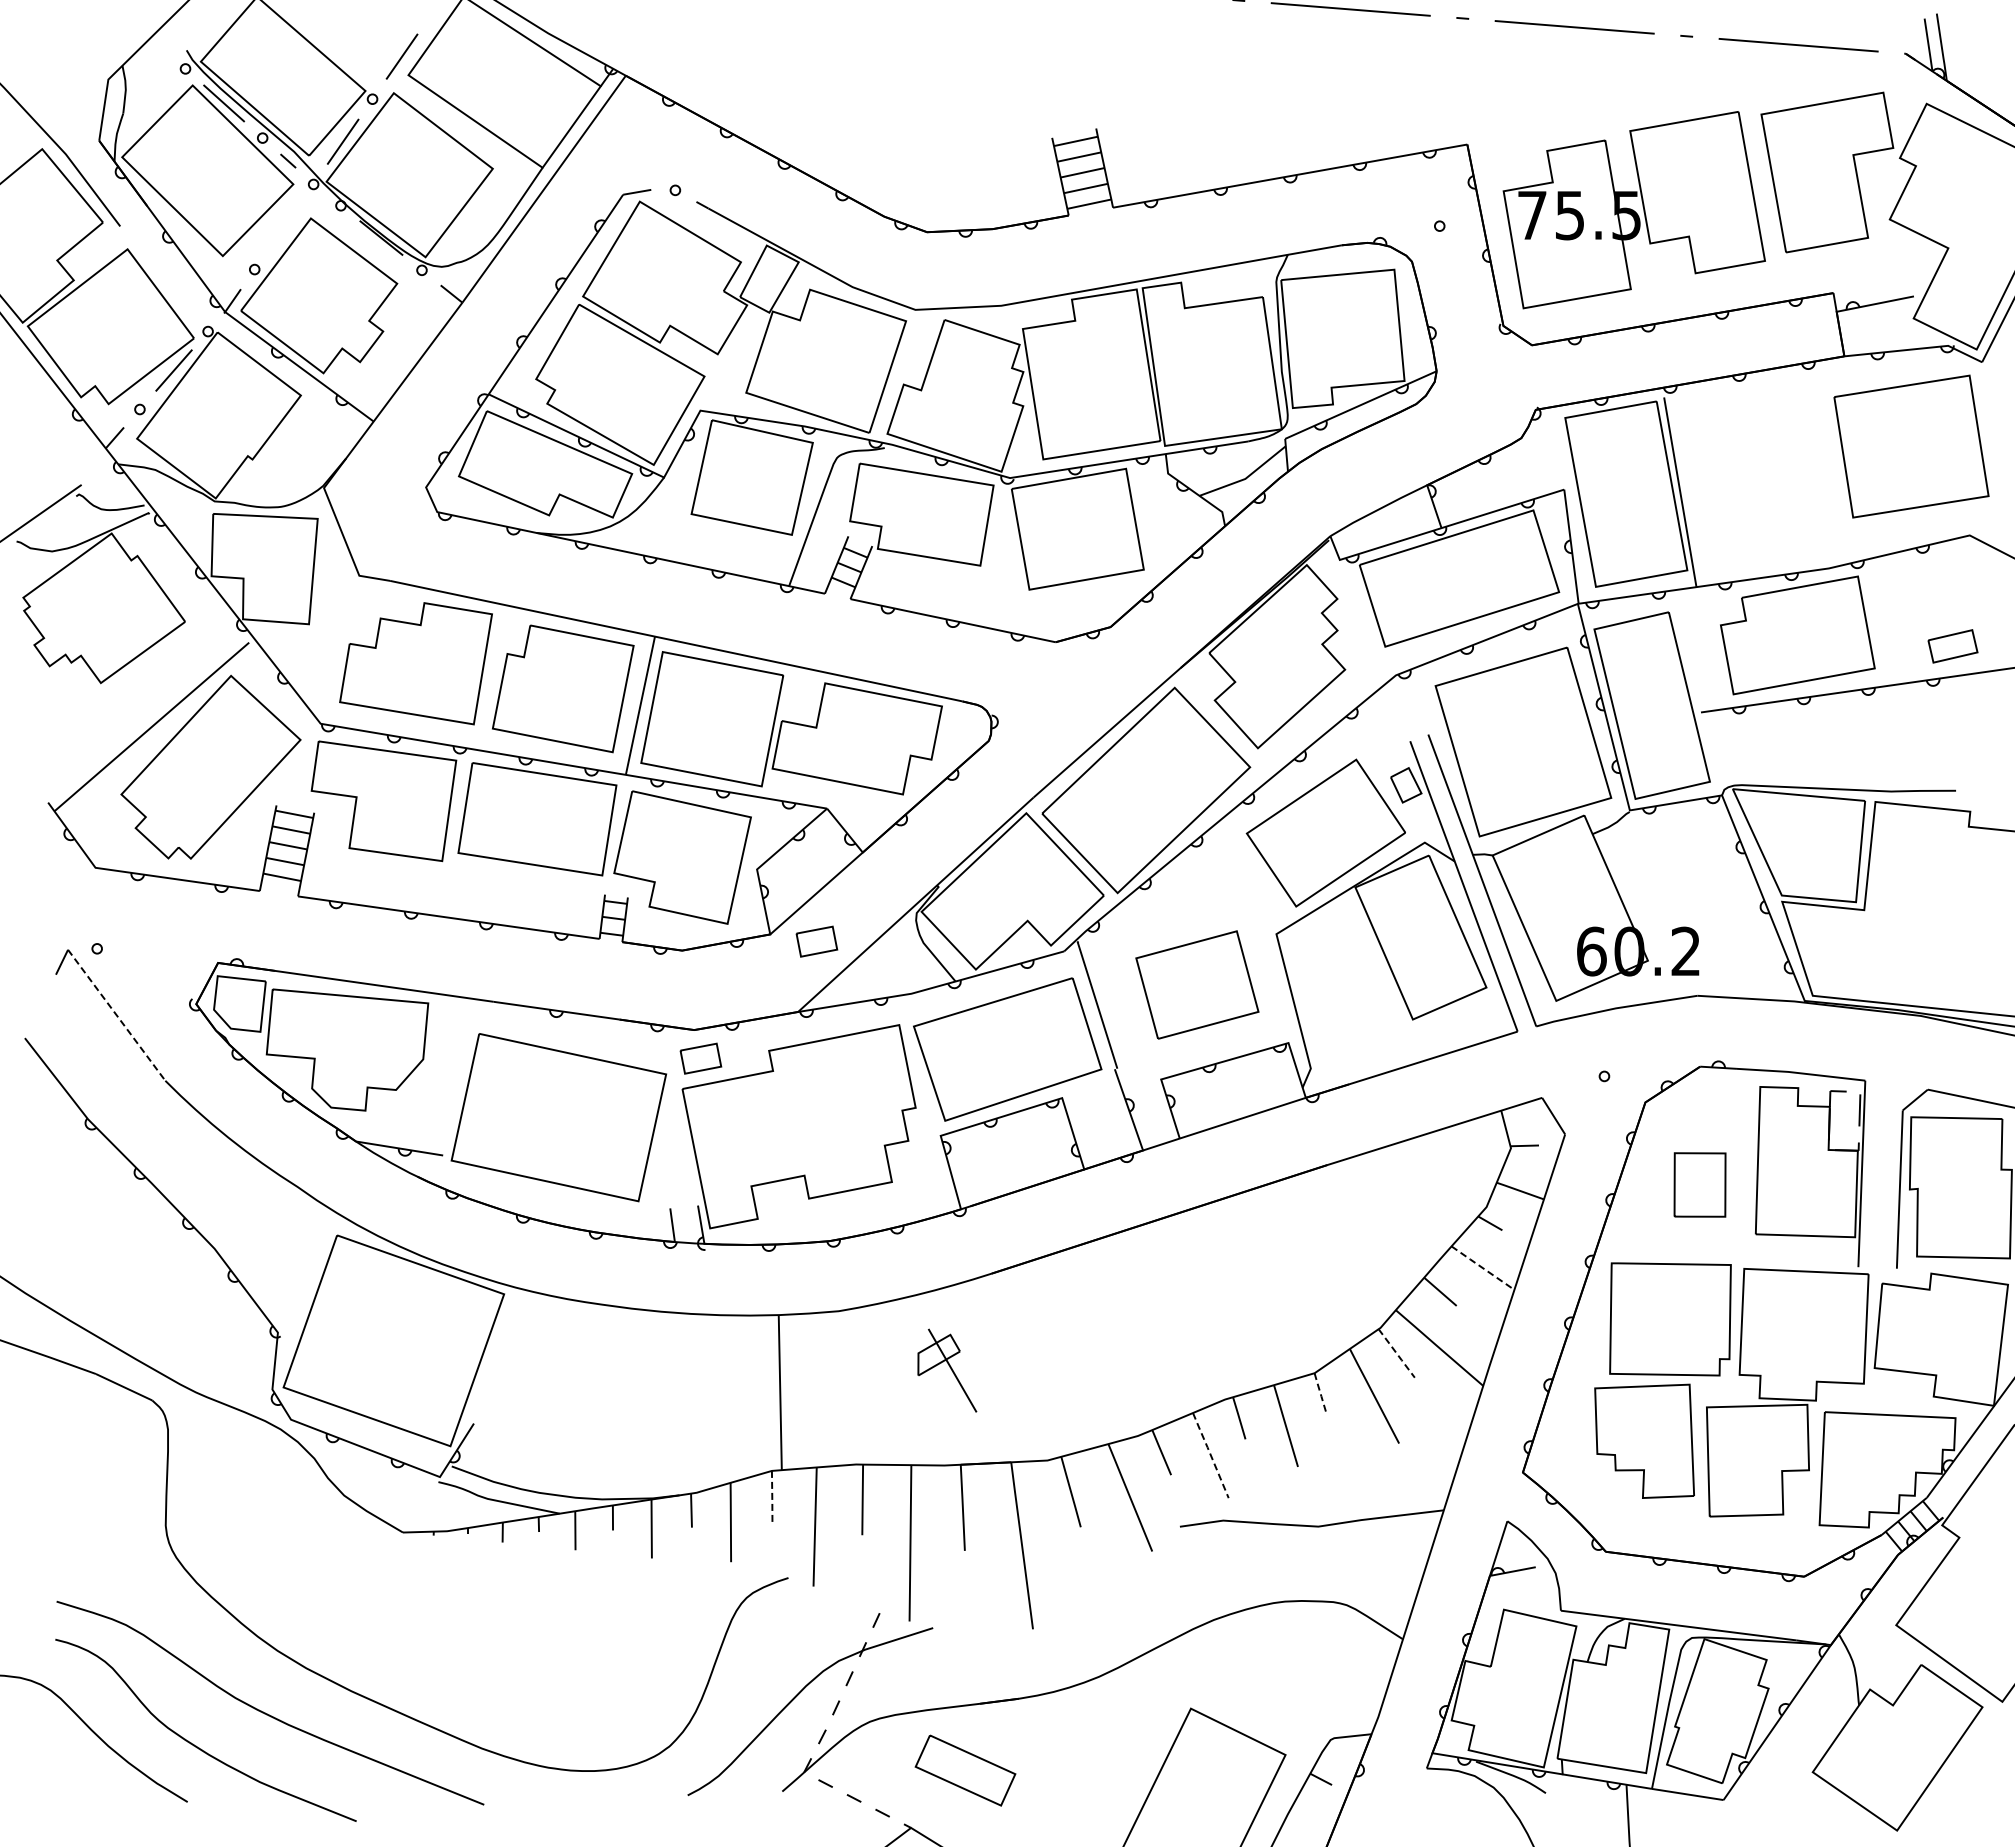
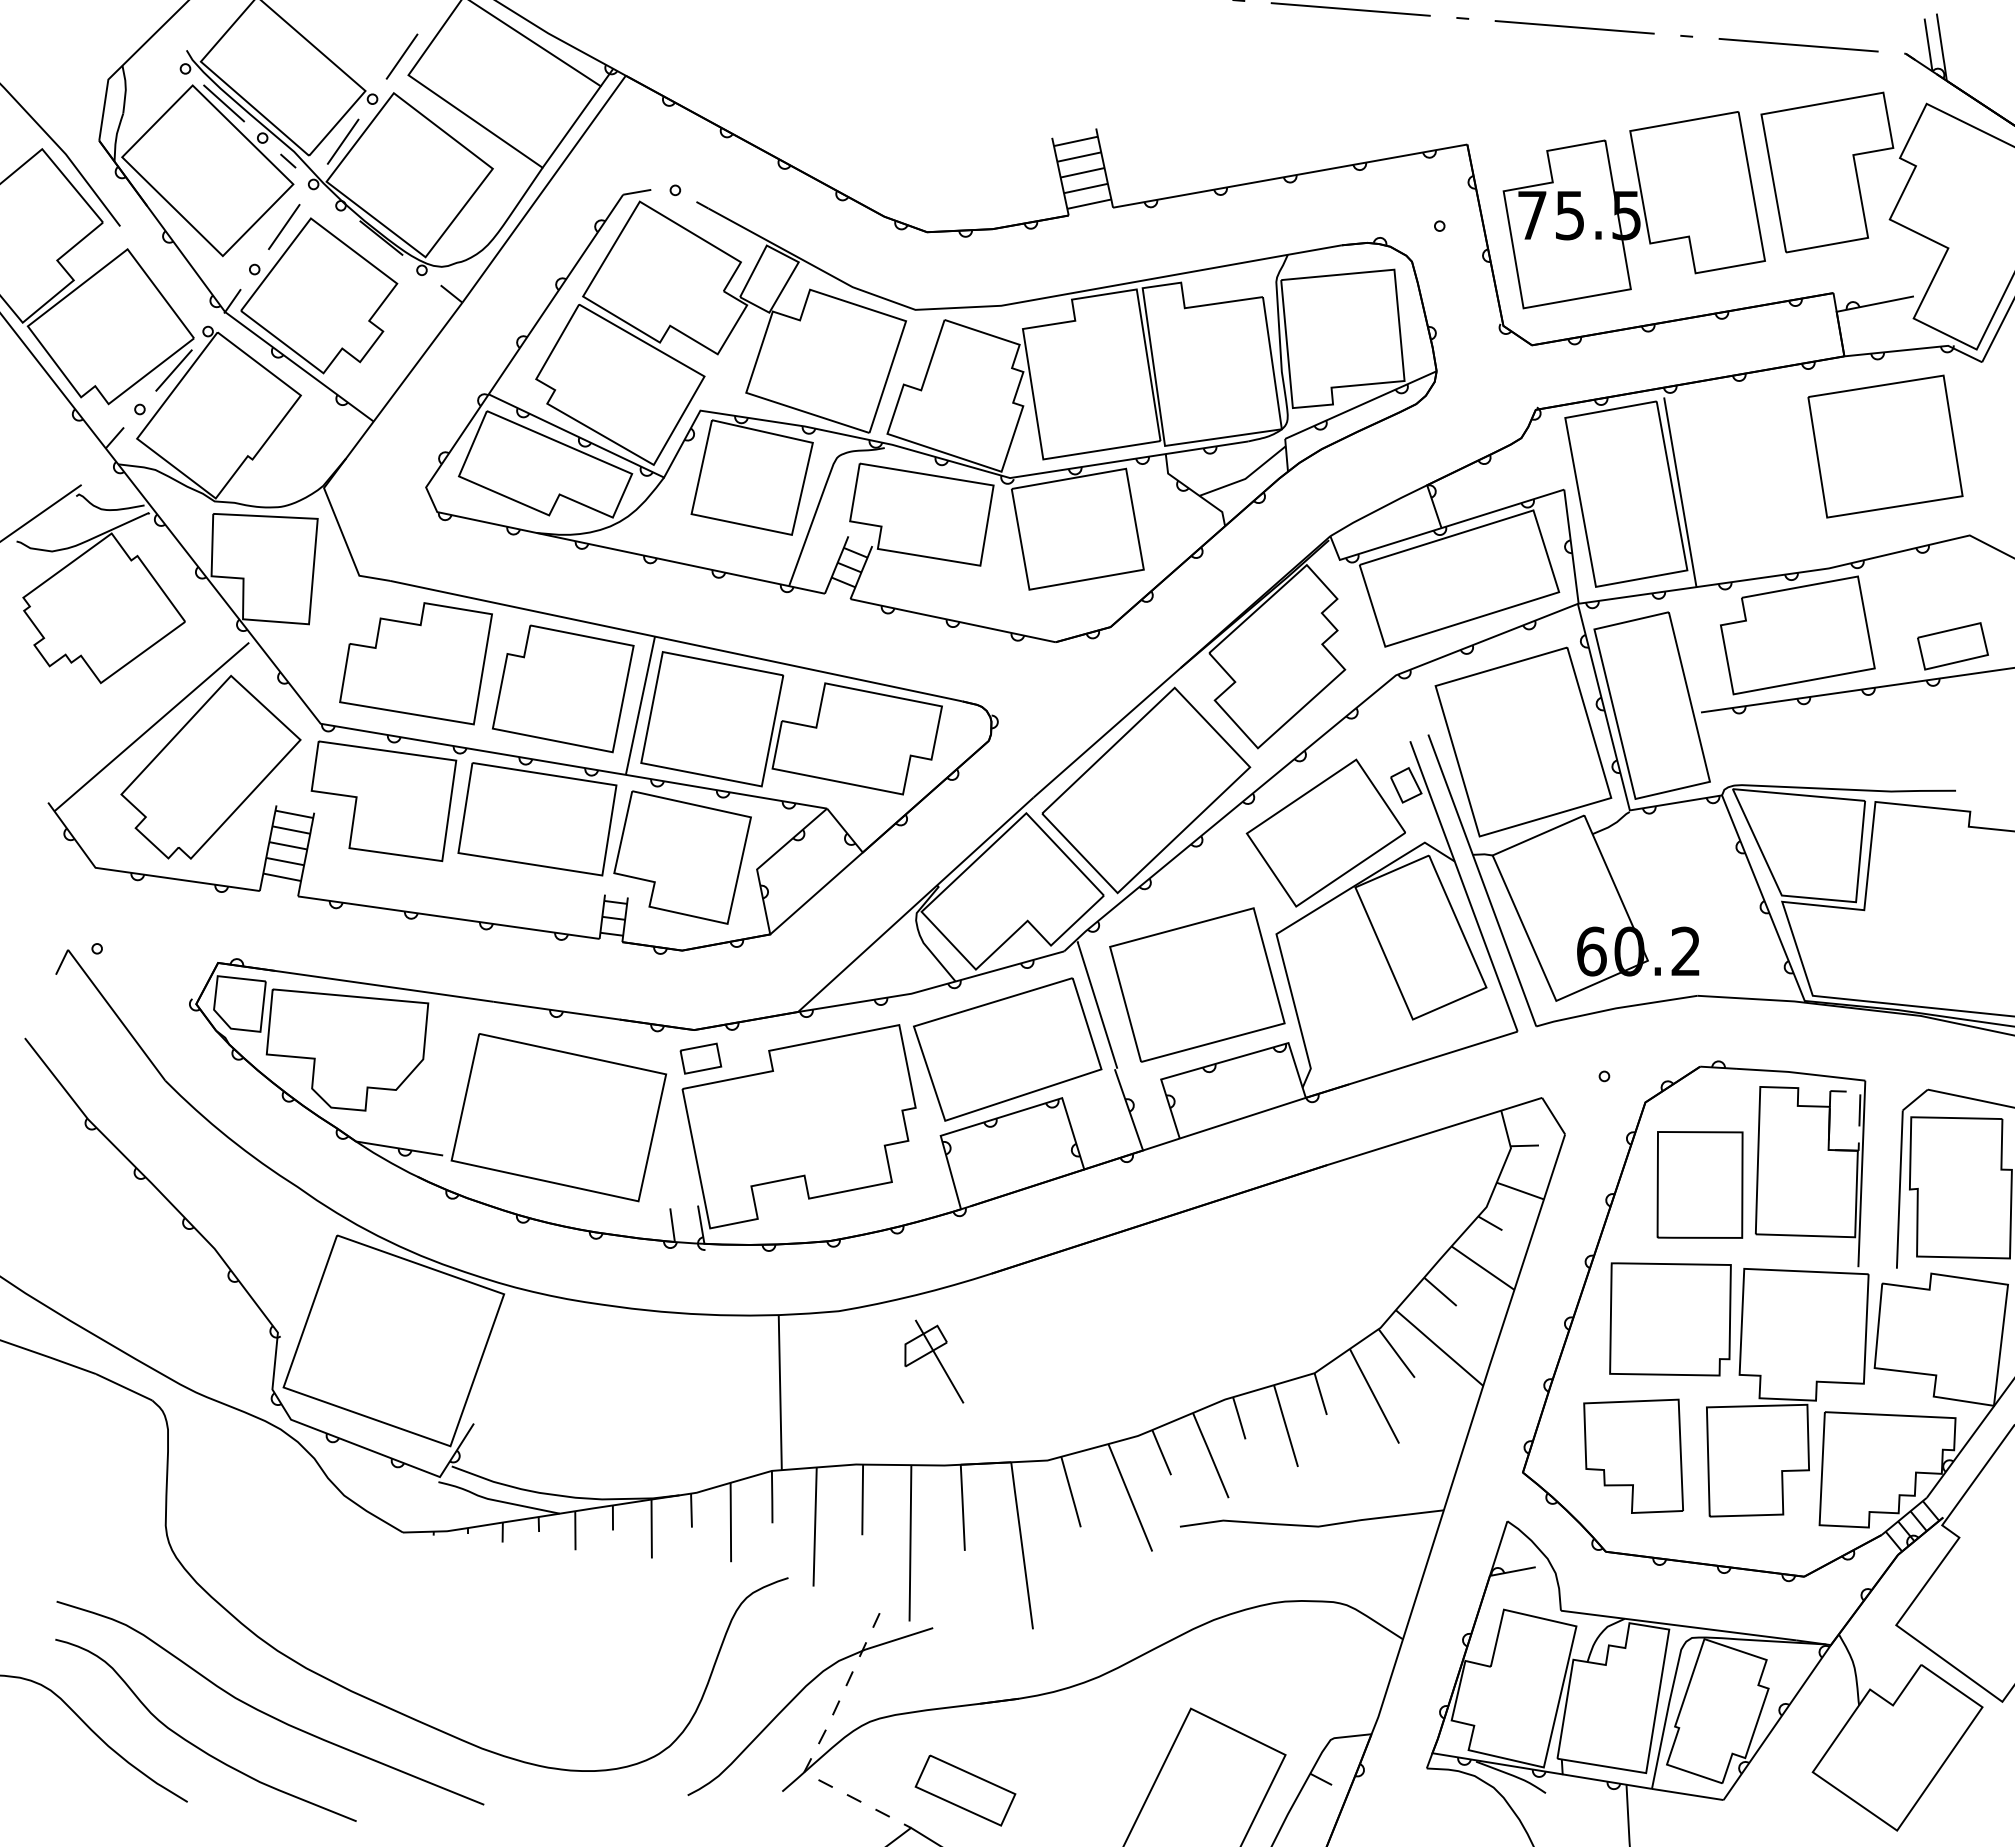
line at (284, 226): none -> present
part at (1911, 446) position: (1911, 446) -> (1885, 446)
part at (1952, 646) size: 52x35 px -> 72x49 px
part at (816, 941): present -> none
part at (1197, 984) size: 125x110 px -> 177x156 px
line at (116, 1015): dashed -> solid
part at (1699, 1184) size: 54x66 px -> 88x108 px
line at (1482, 1267): dashed -> solid
line at (1396, 1353): dashed -> solid
part at (947, 1370) position: (947, 1370) -> (934, 1361)
line at (1320, 1394): dashed -> solid
part at (1644, 1440) position: (1644, 1440) -> (1633, 1455)
line at (1210, 1454): dashed -> solid
line at (772, 1498): dashed -> solid
part at (965, 1770) position: (965, 1770) -> (965, 1790)
